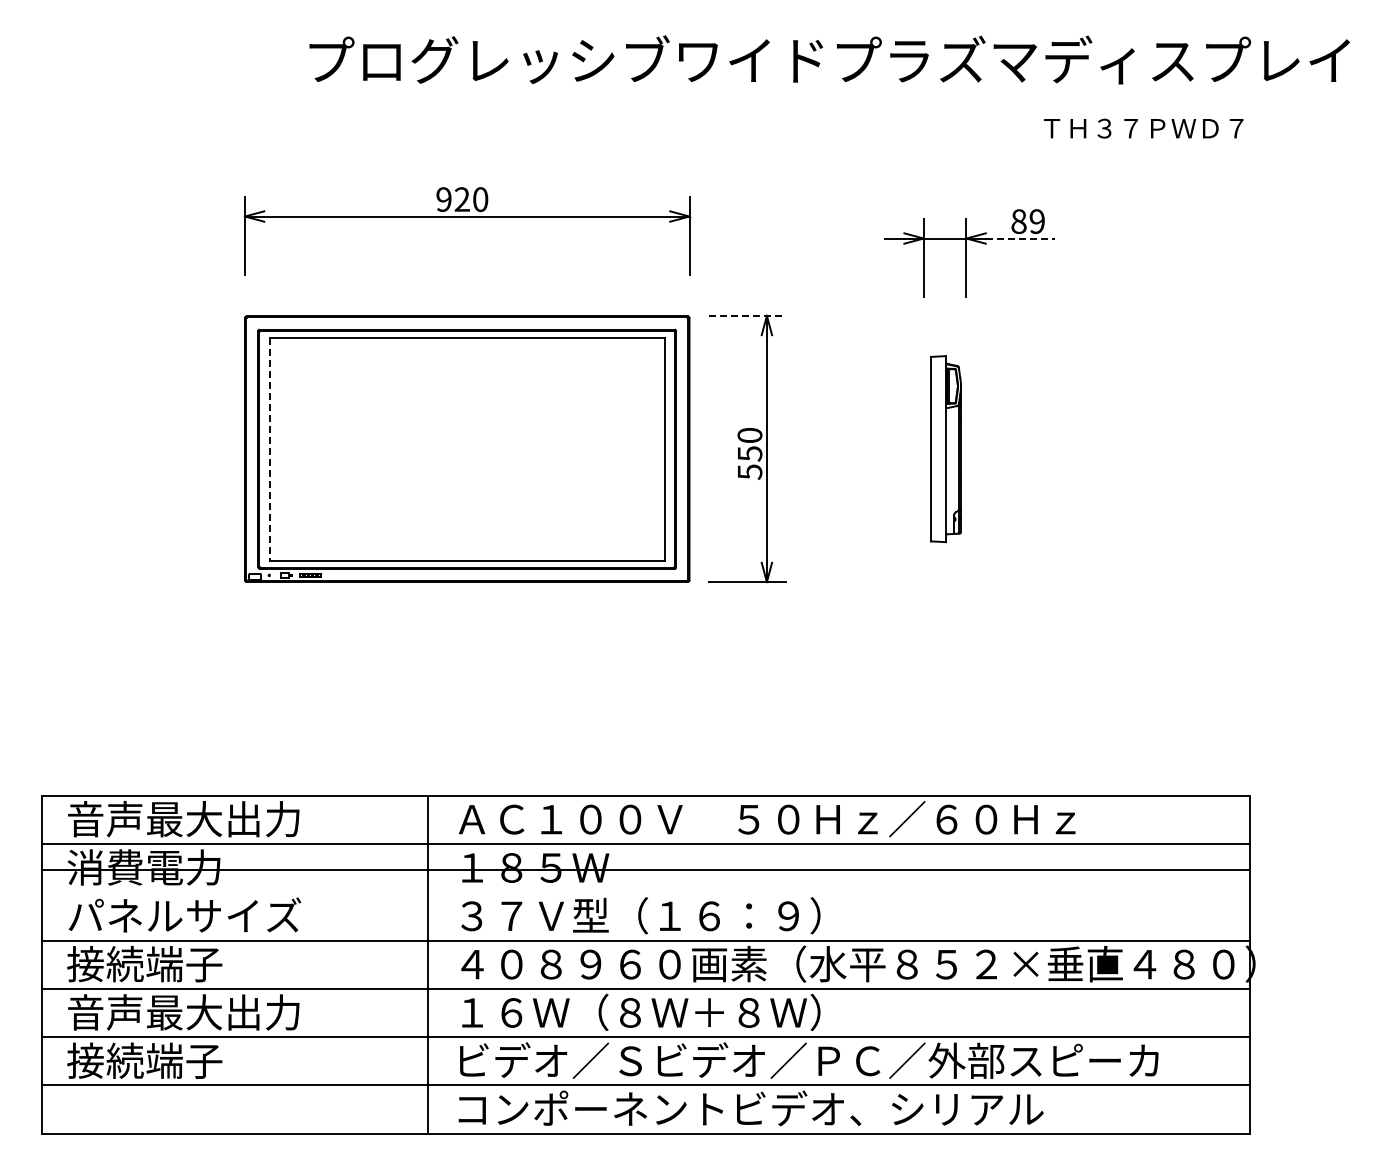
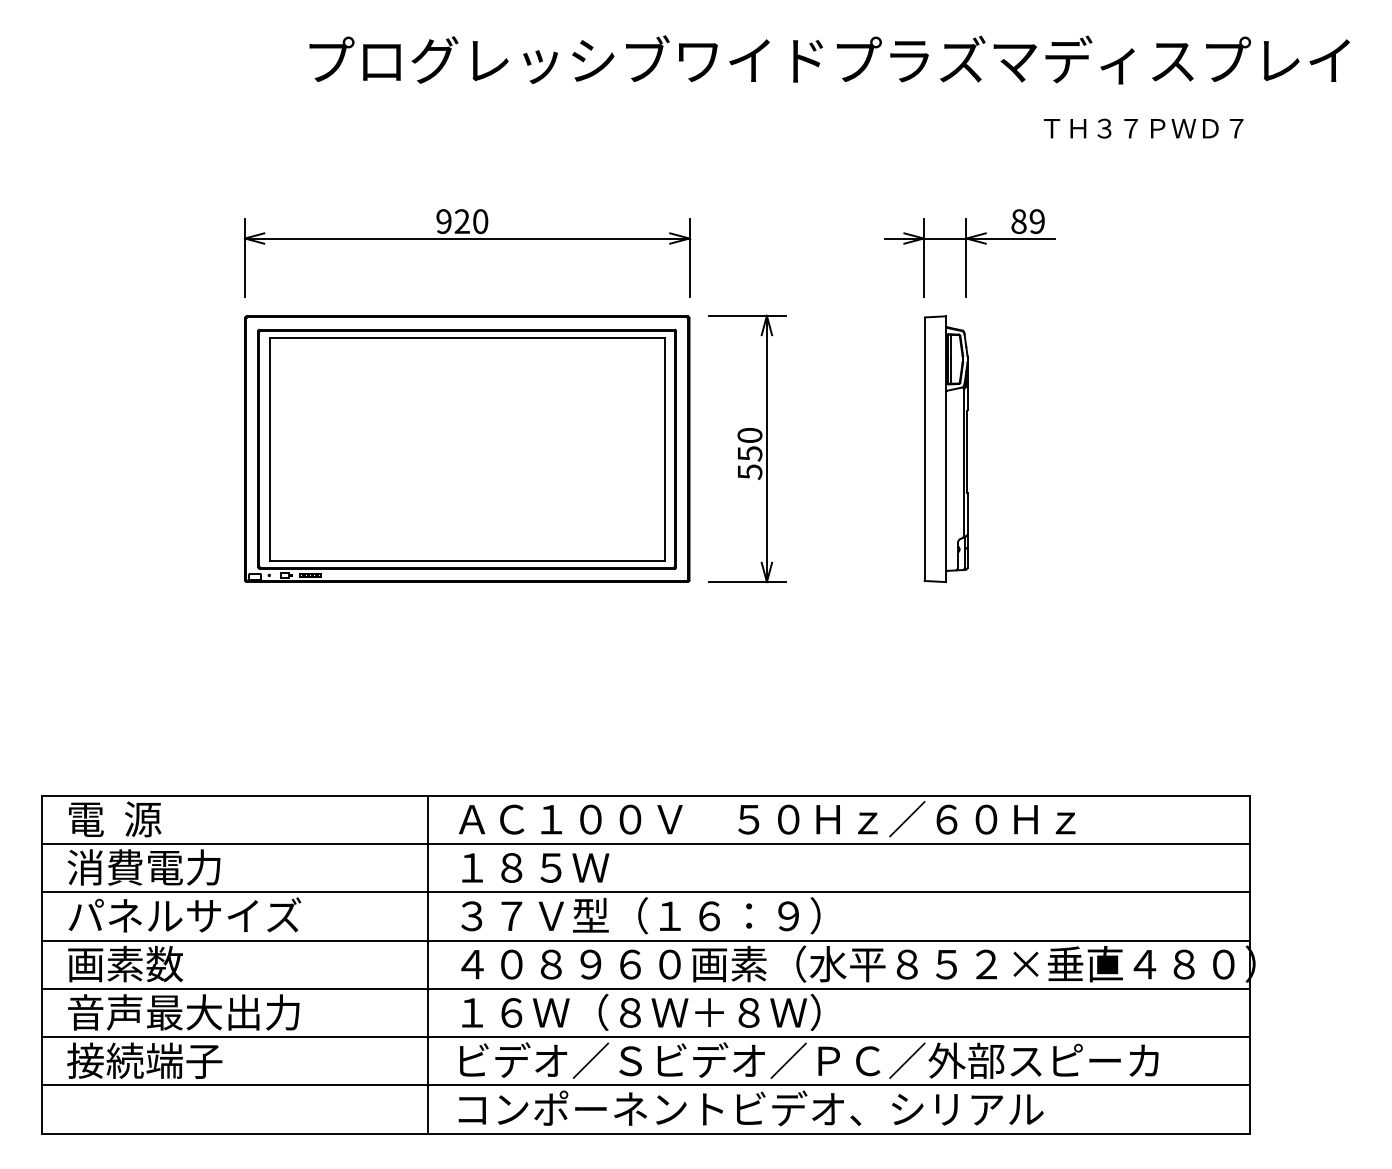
part at (467, 217) position: (467, 217) -> (467, 239)
line at (1020, 238): dashed -> solid
line at (747, 315): dashed -> solid
line at (269, 449): dashed -> solid
part at (945, 449) size: 32x189 px -> 46x268 px
text at (183, 818): 音声最大出力 -> 電  源
line at (645, 870) position: (645, 870) -> (645, 892)
text at (144, 964): 接続端子 -> 画素数
